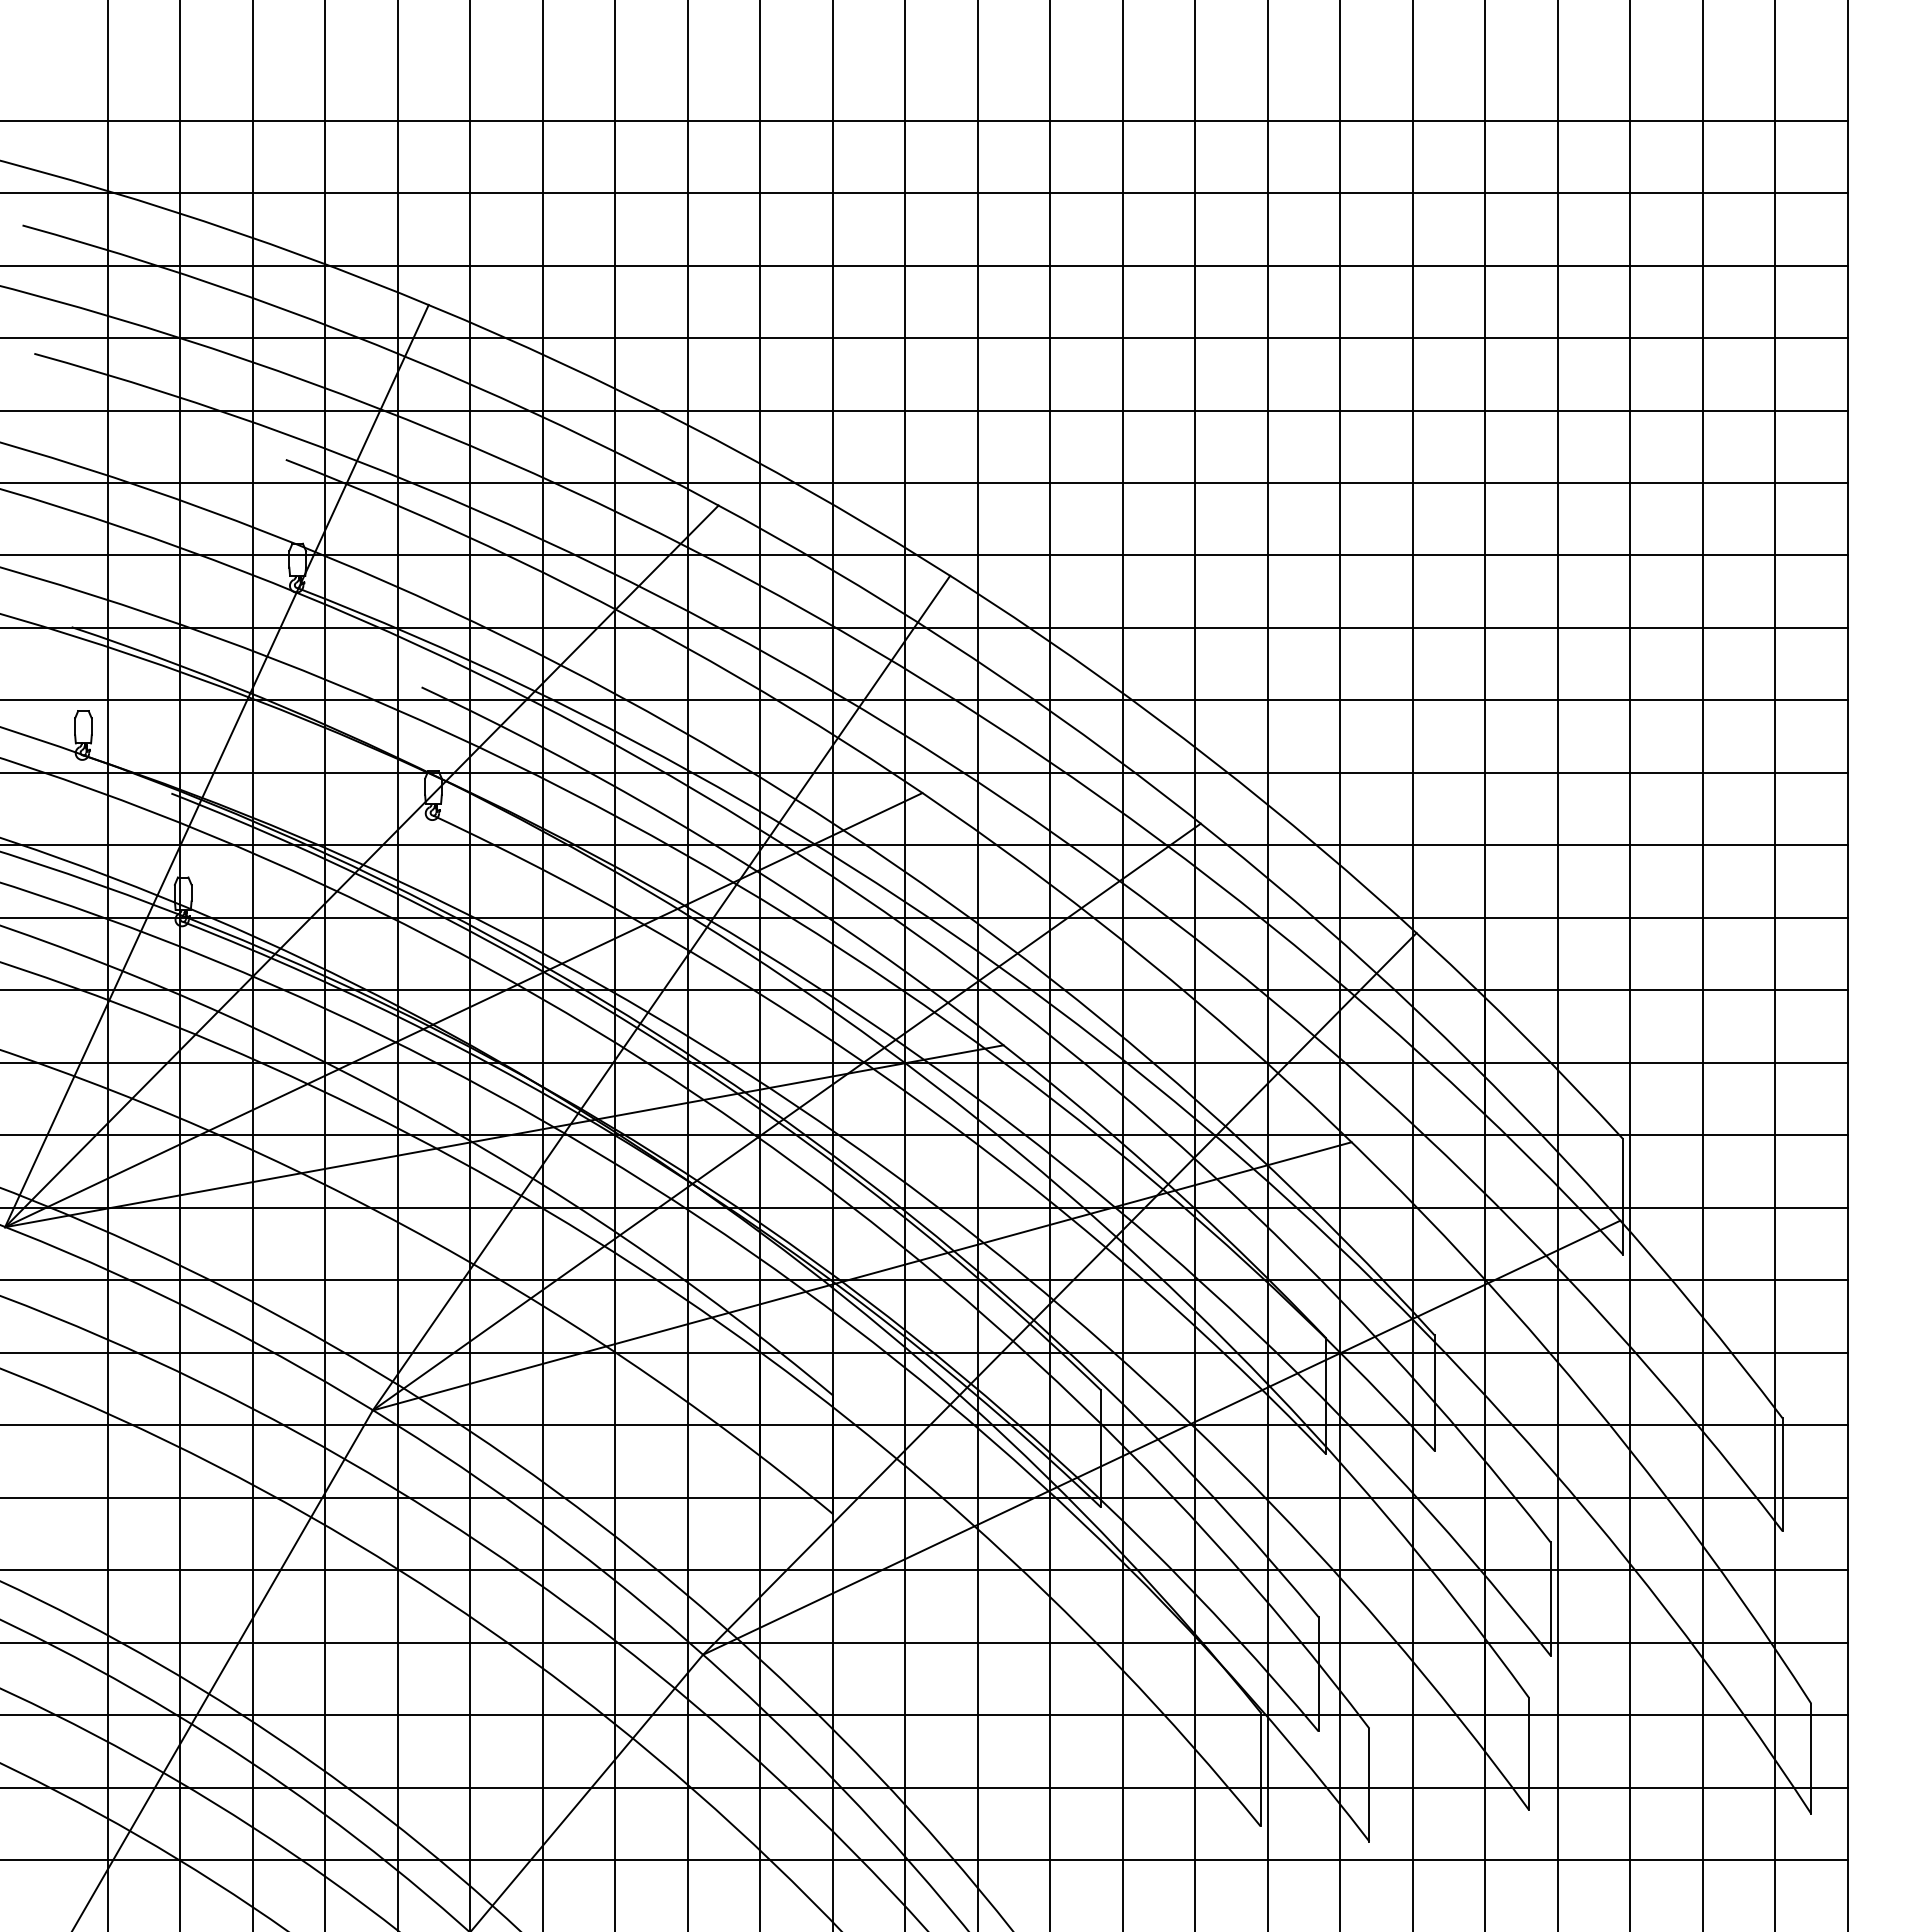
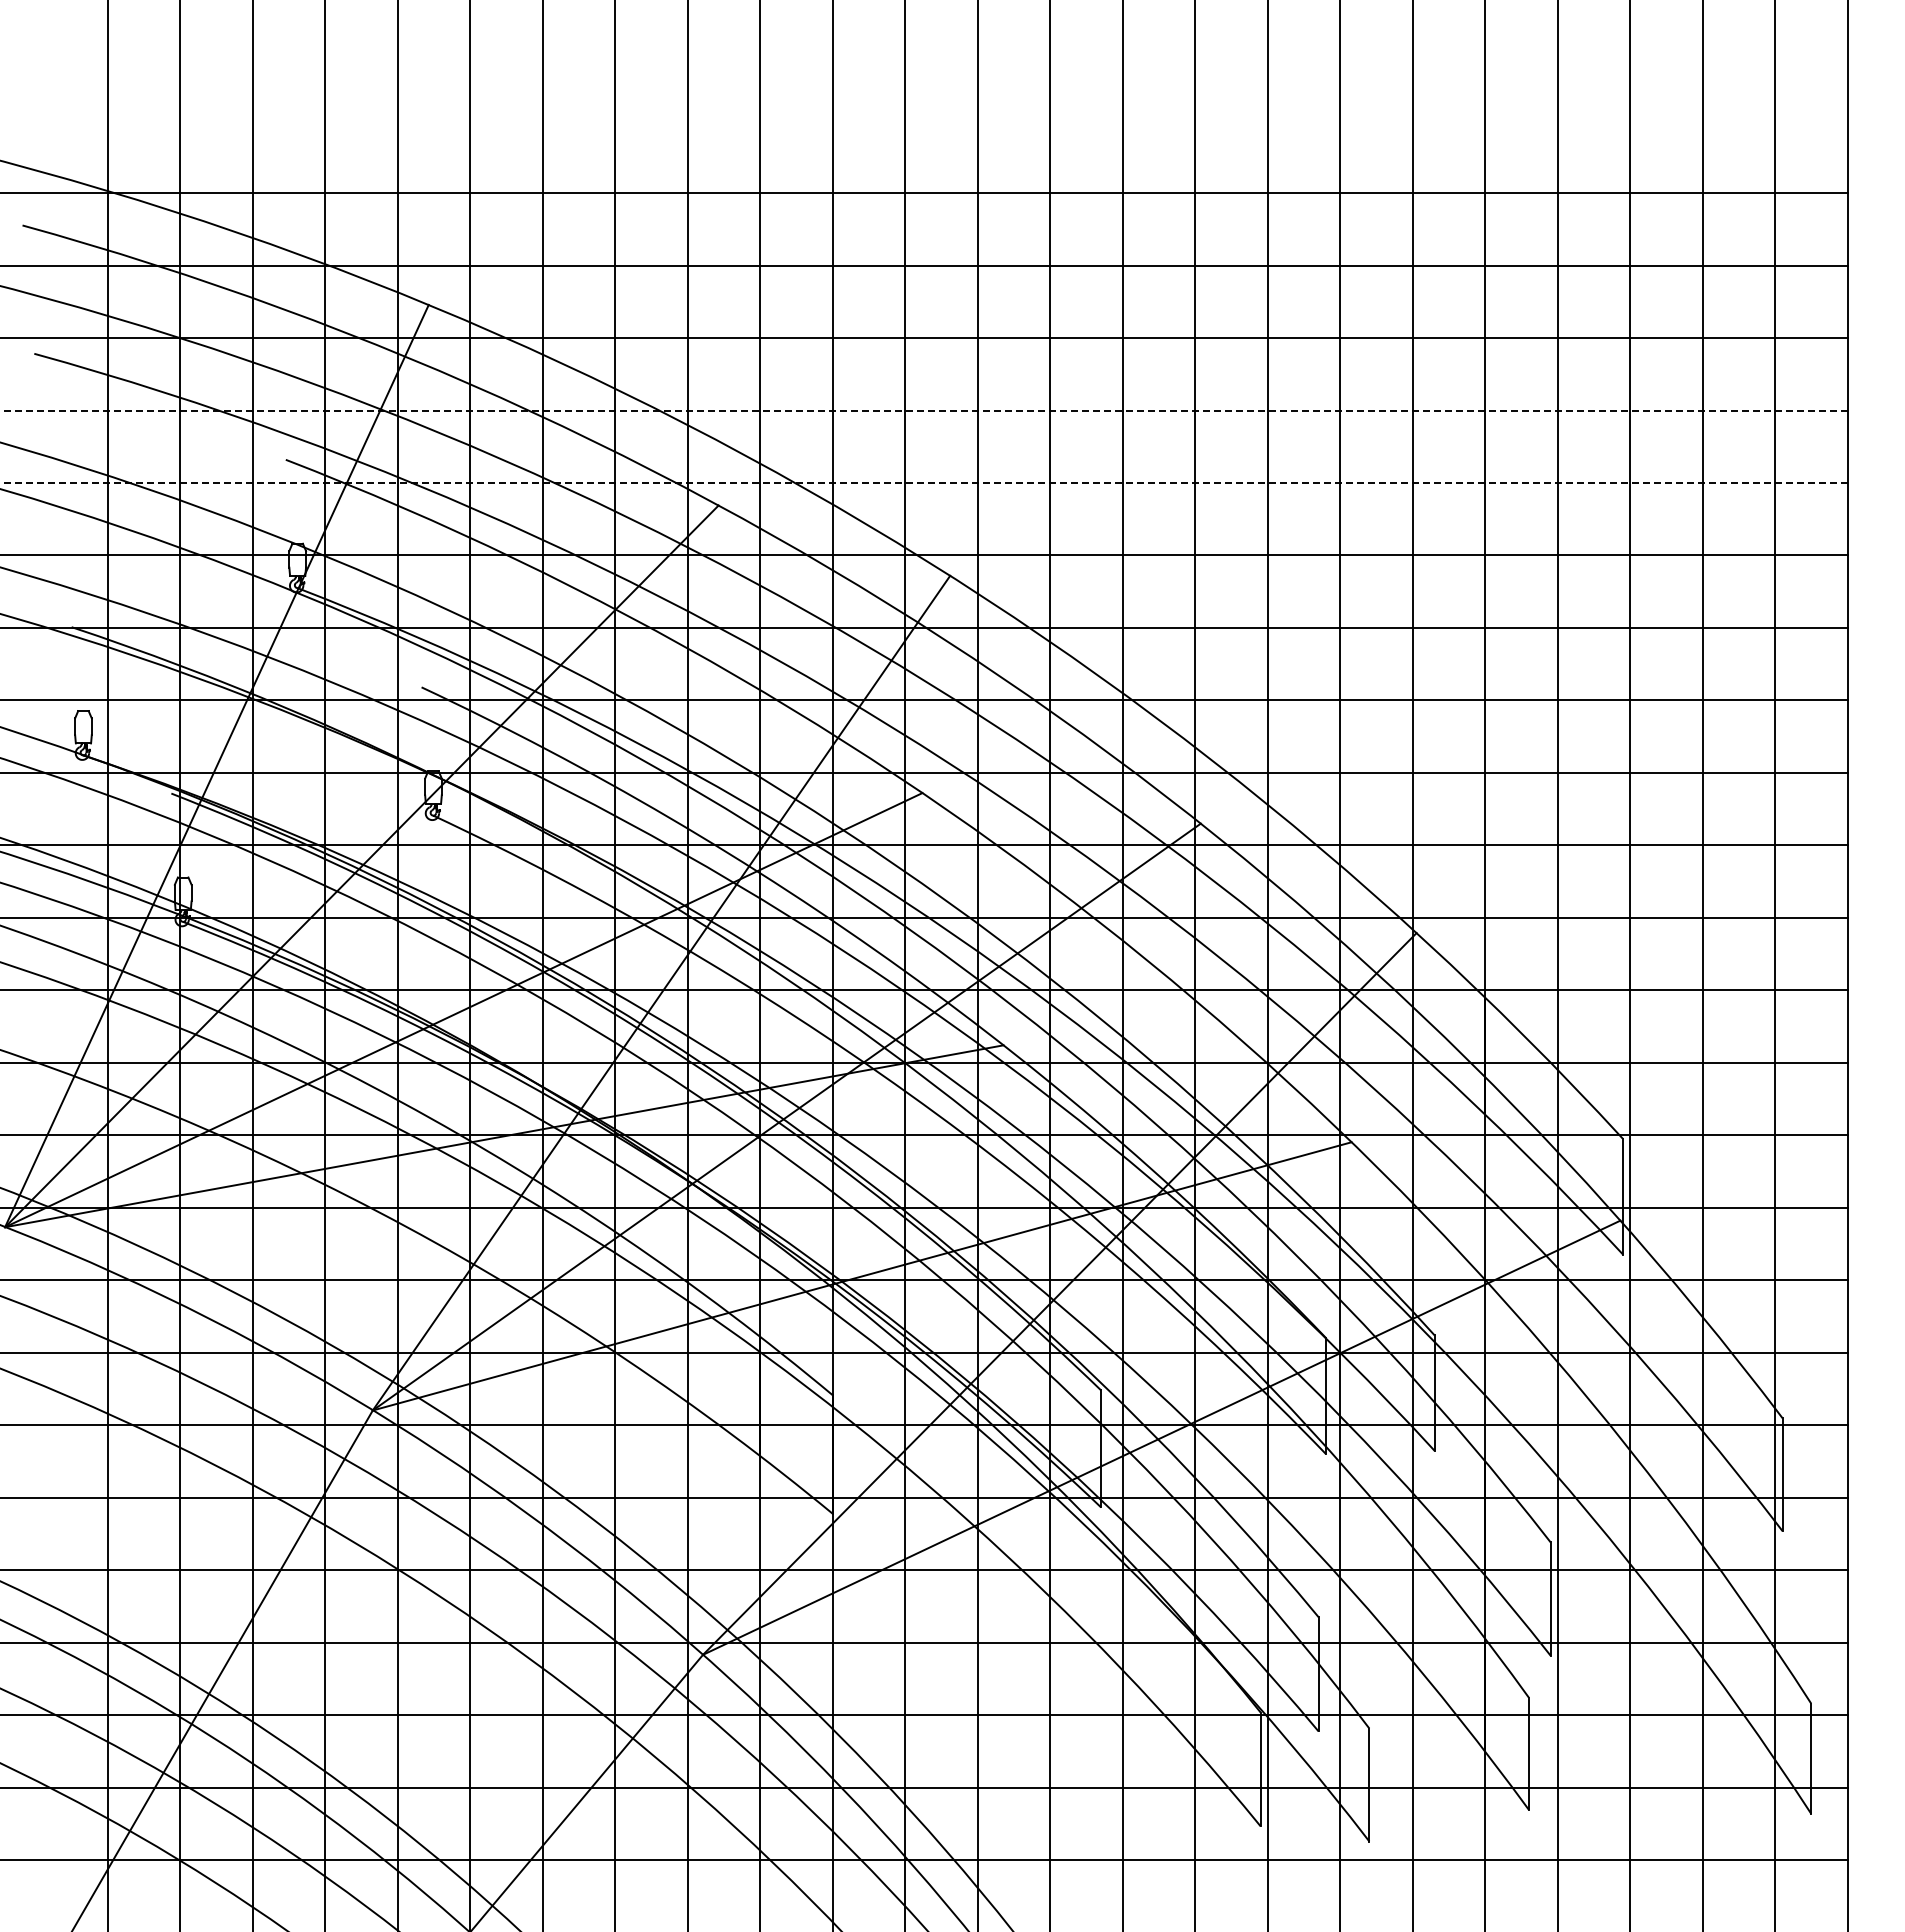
line at (924, 120): present -> none
line at (924, 410): solid -> dashed
line at (924, 483): solid -> dashed
